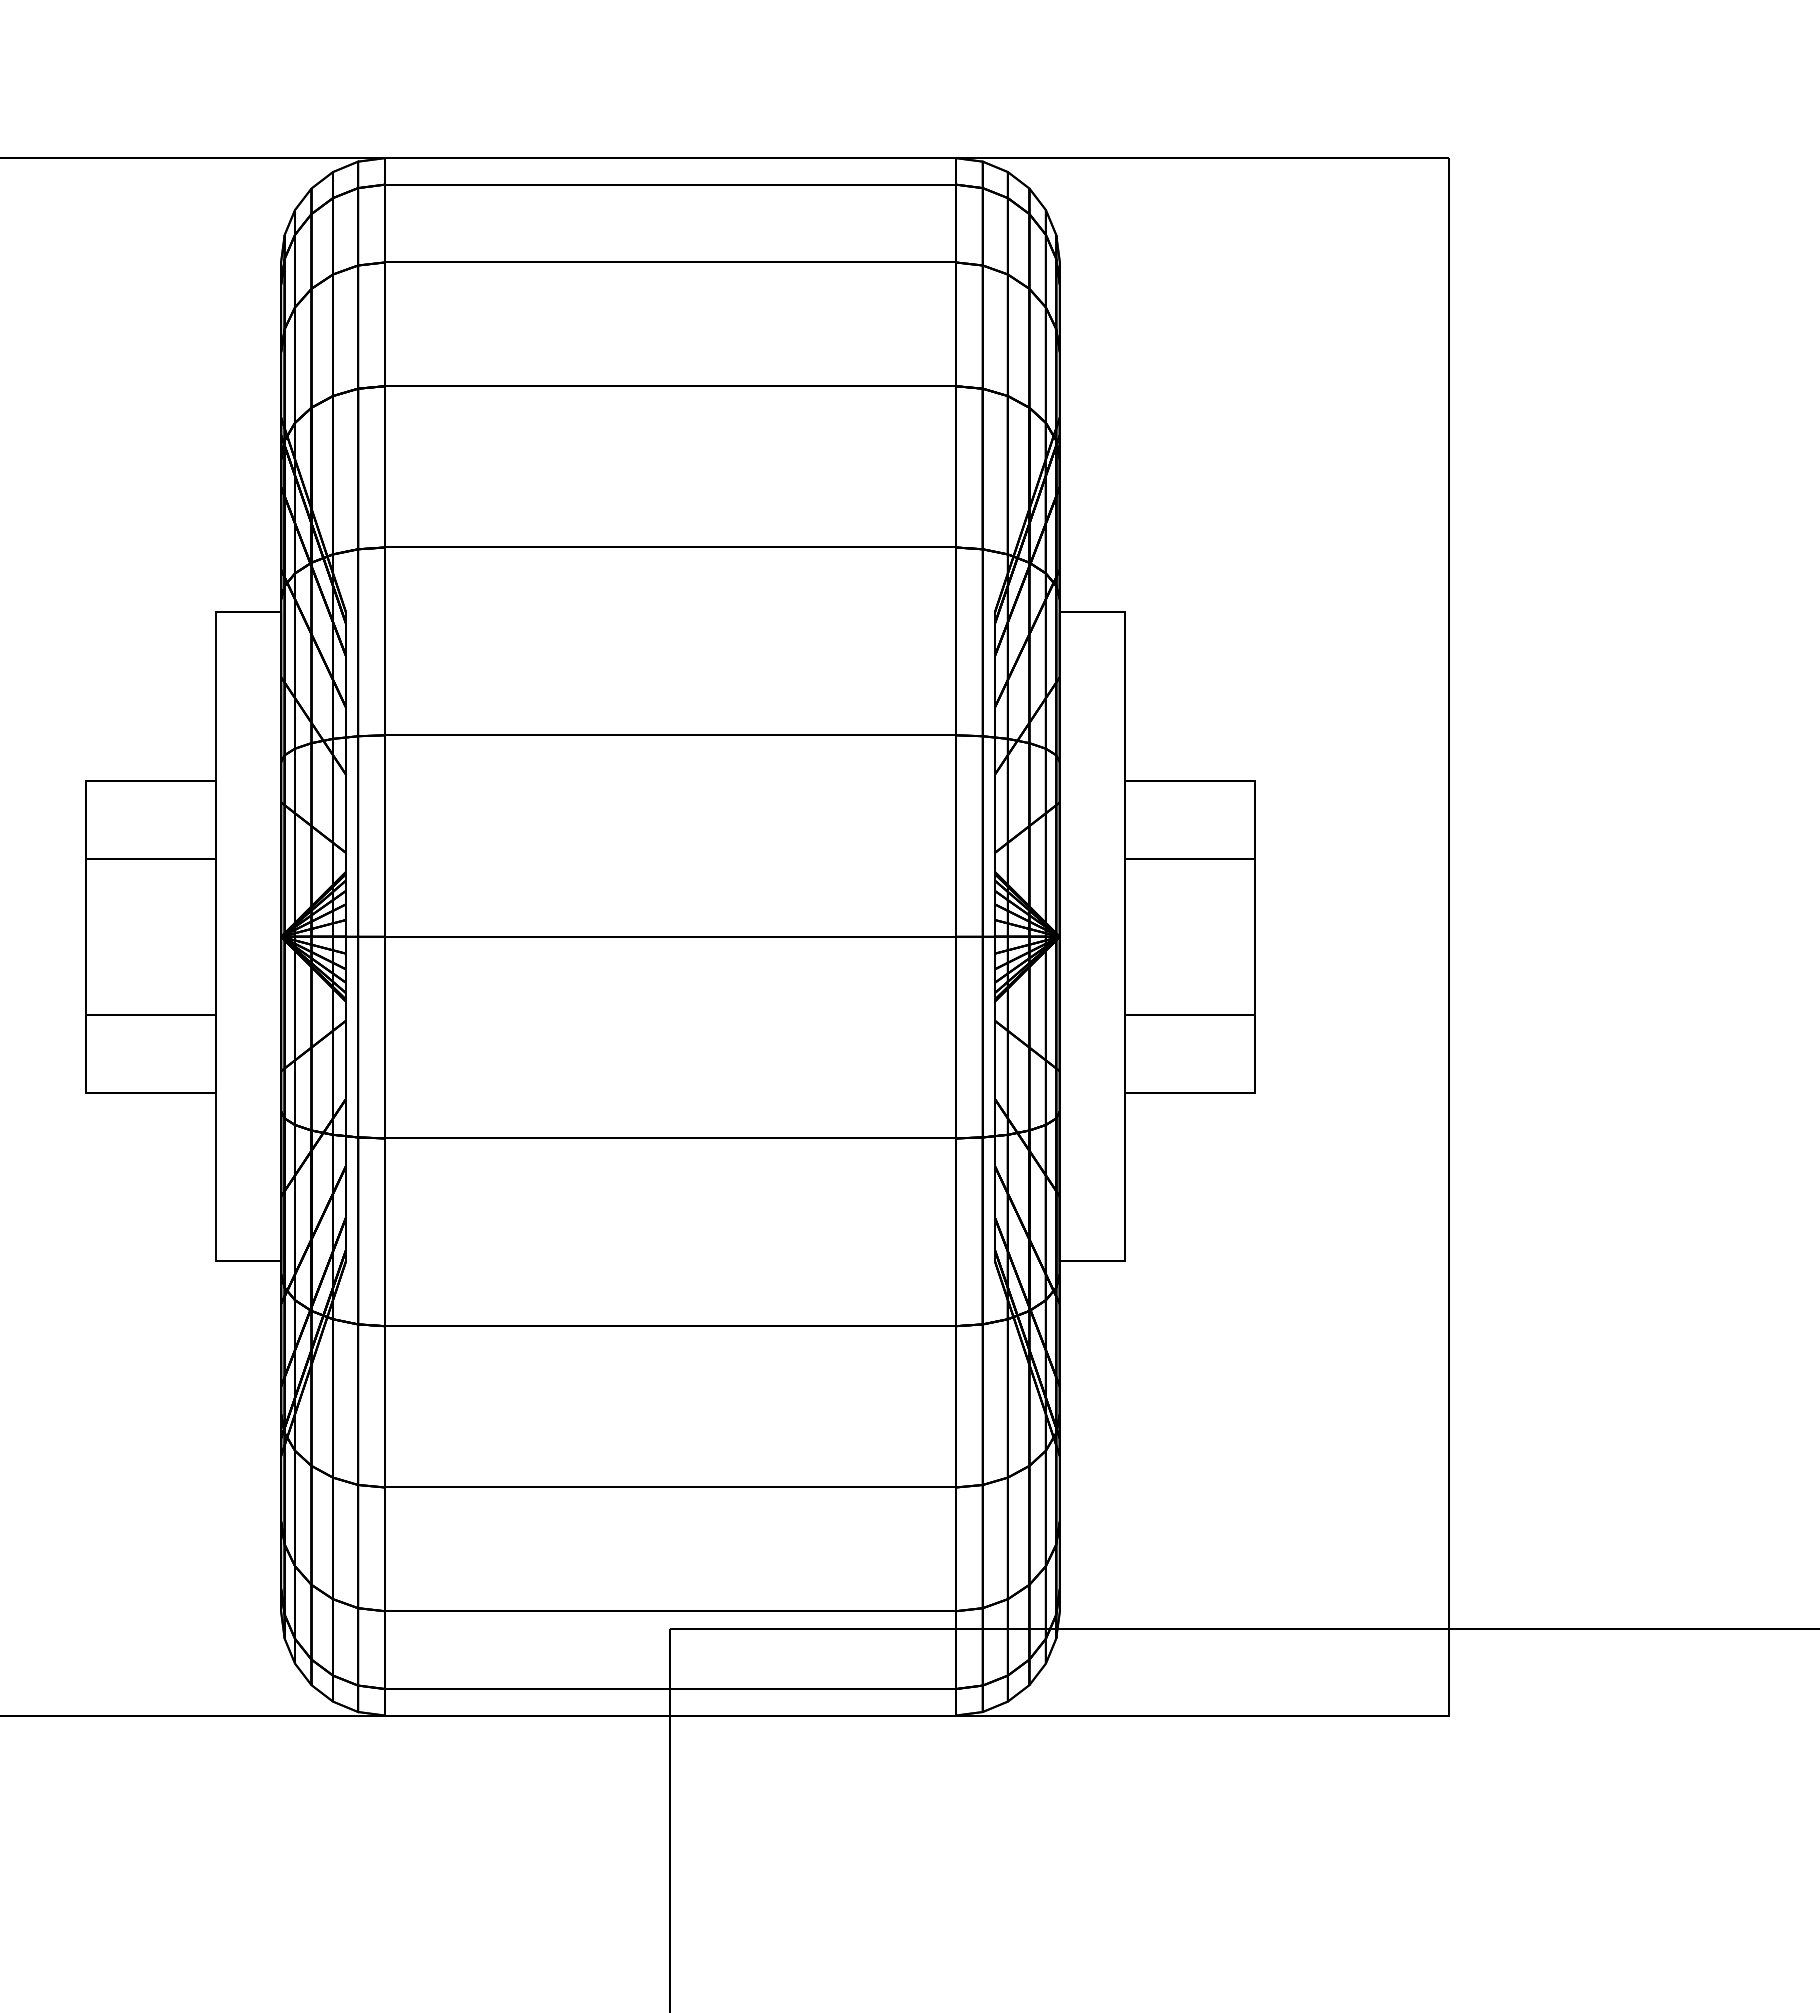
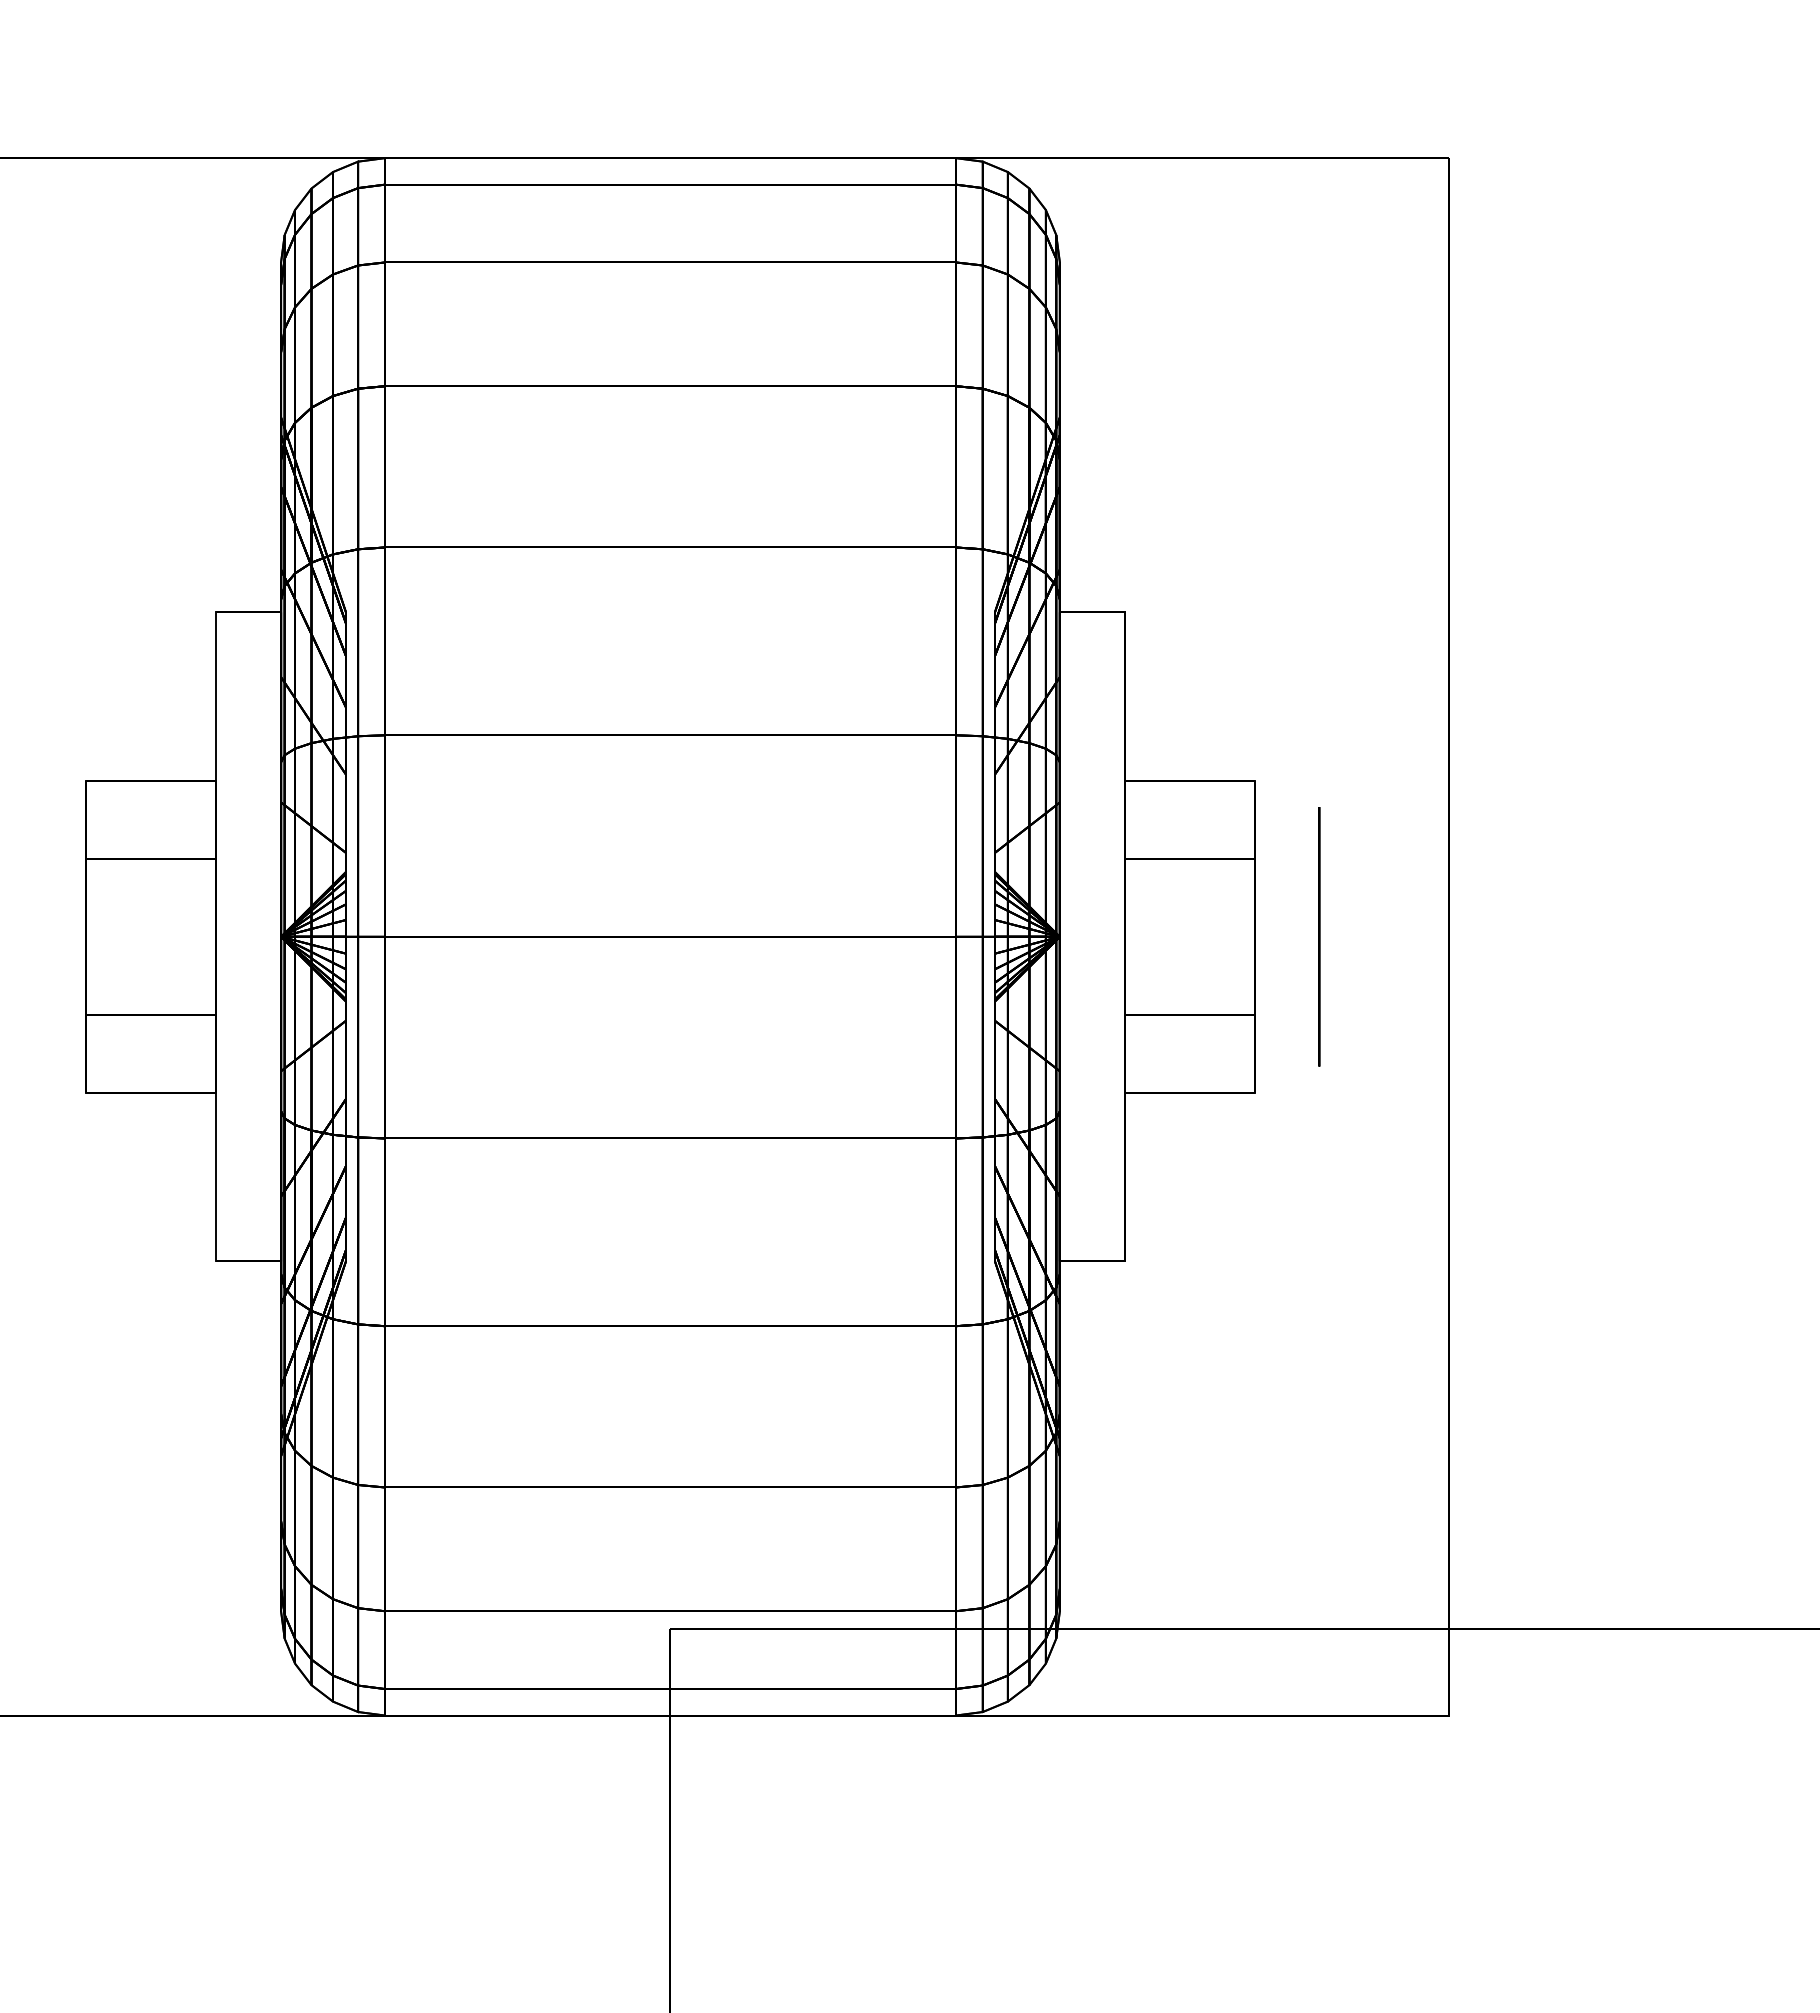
circle at (1319, 936): none -> present
